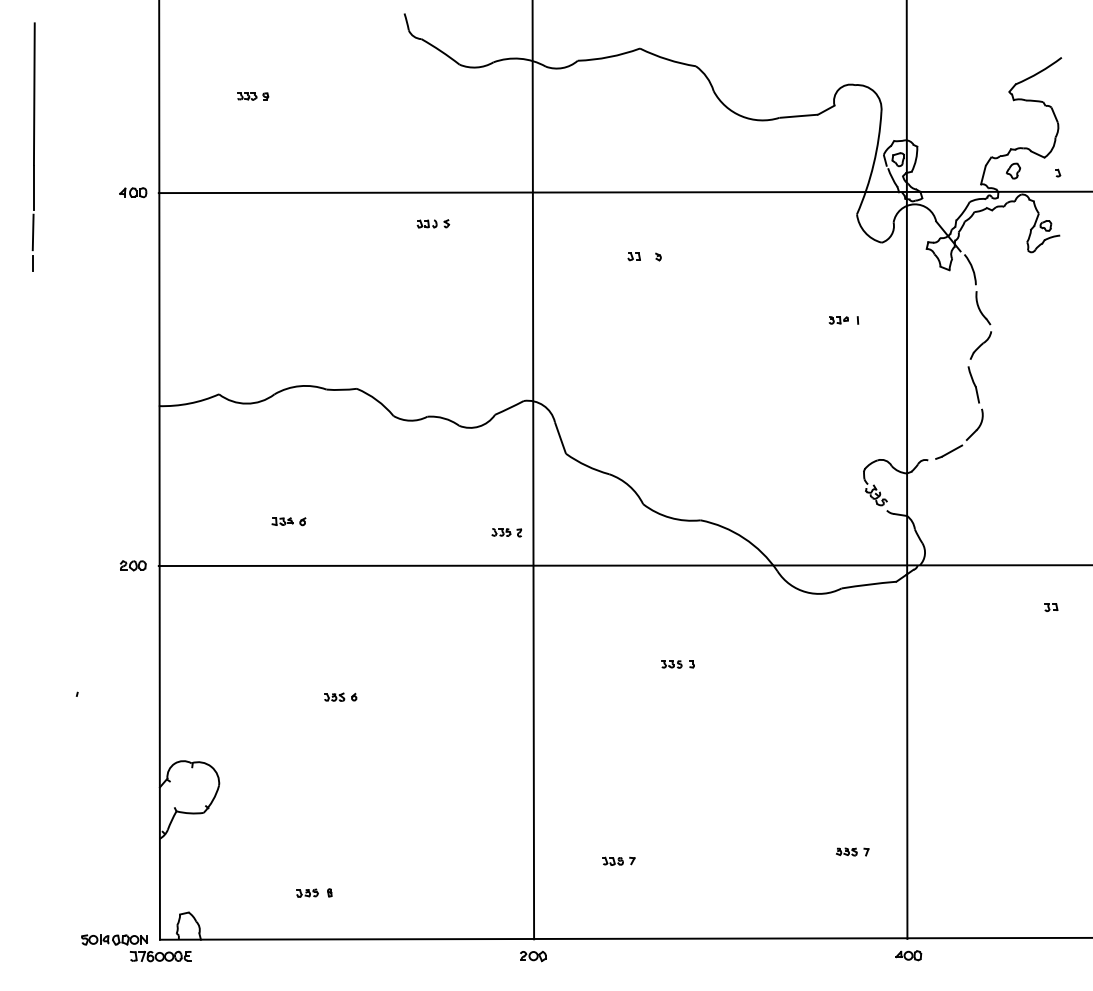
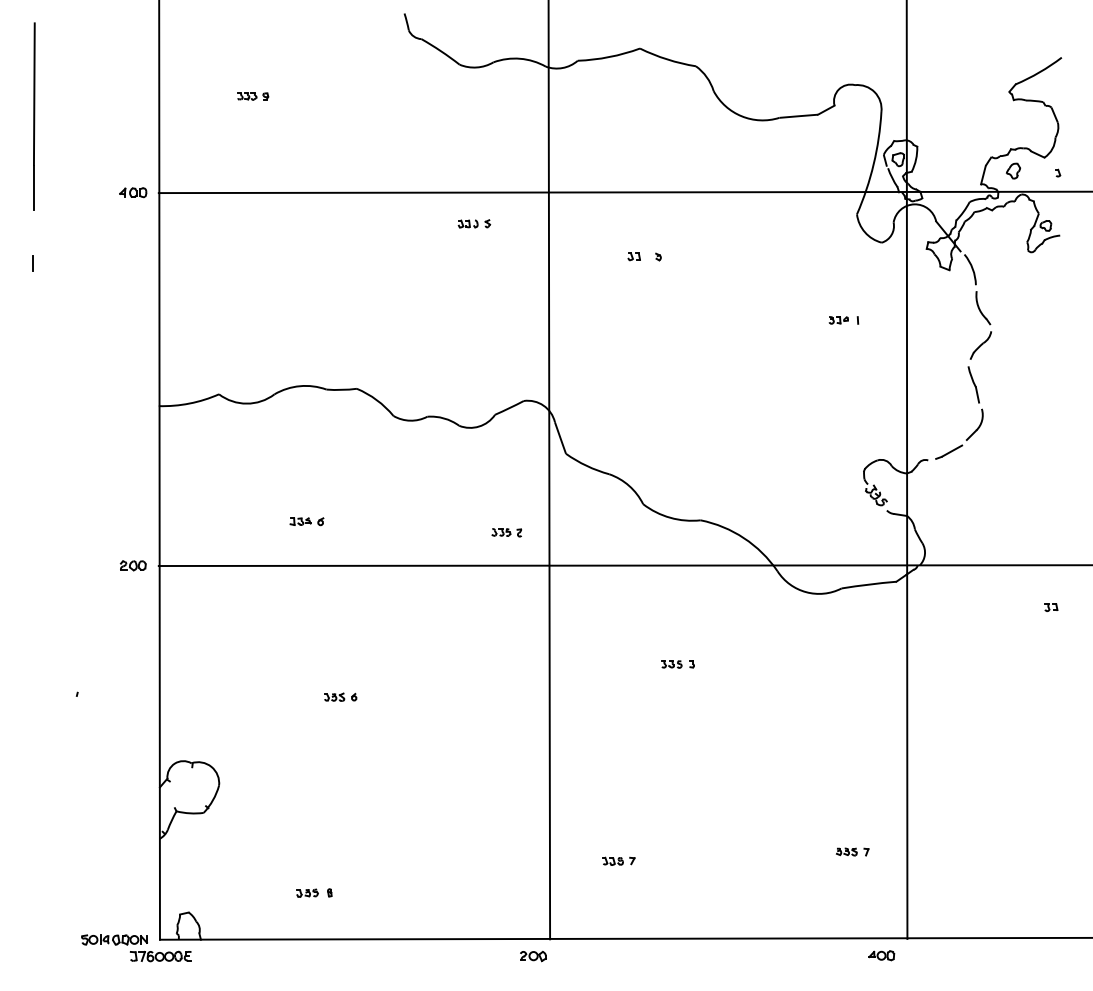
part at (433, 223) position: (433, 223) -> (474, 223)
line at (32, 232): present -> none
line at (533, 470) position: (533, 470) -> (549, 470)
part at (288, 521) position: (288, 521) -> (306, 521)
part at (908, 955) position: (908, 955) -> (881, 955)
